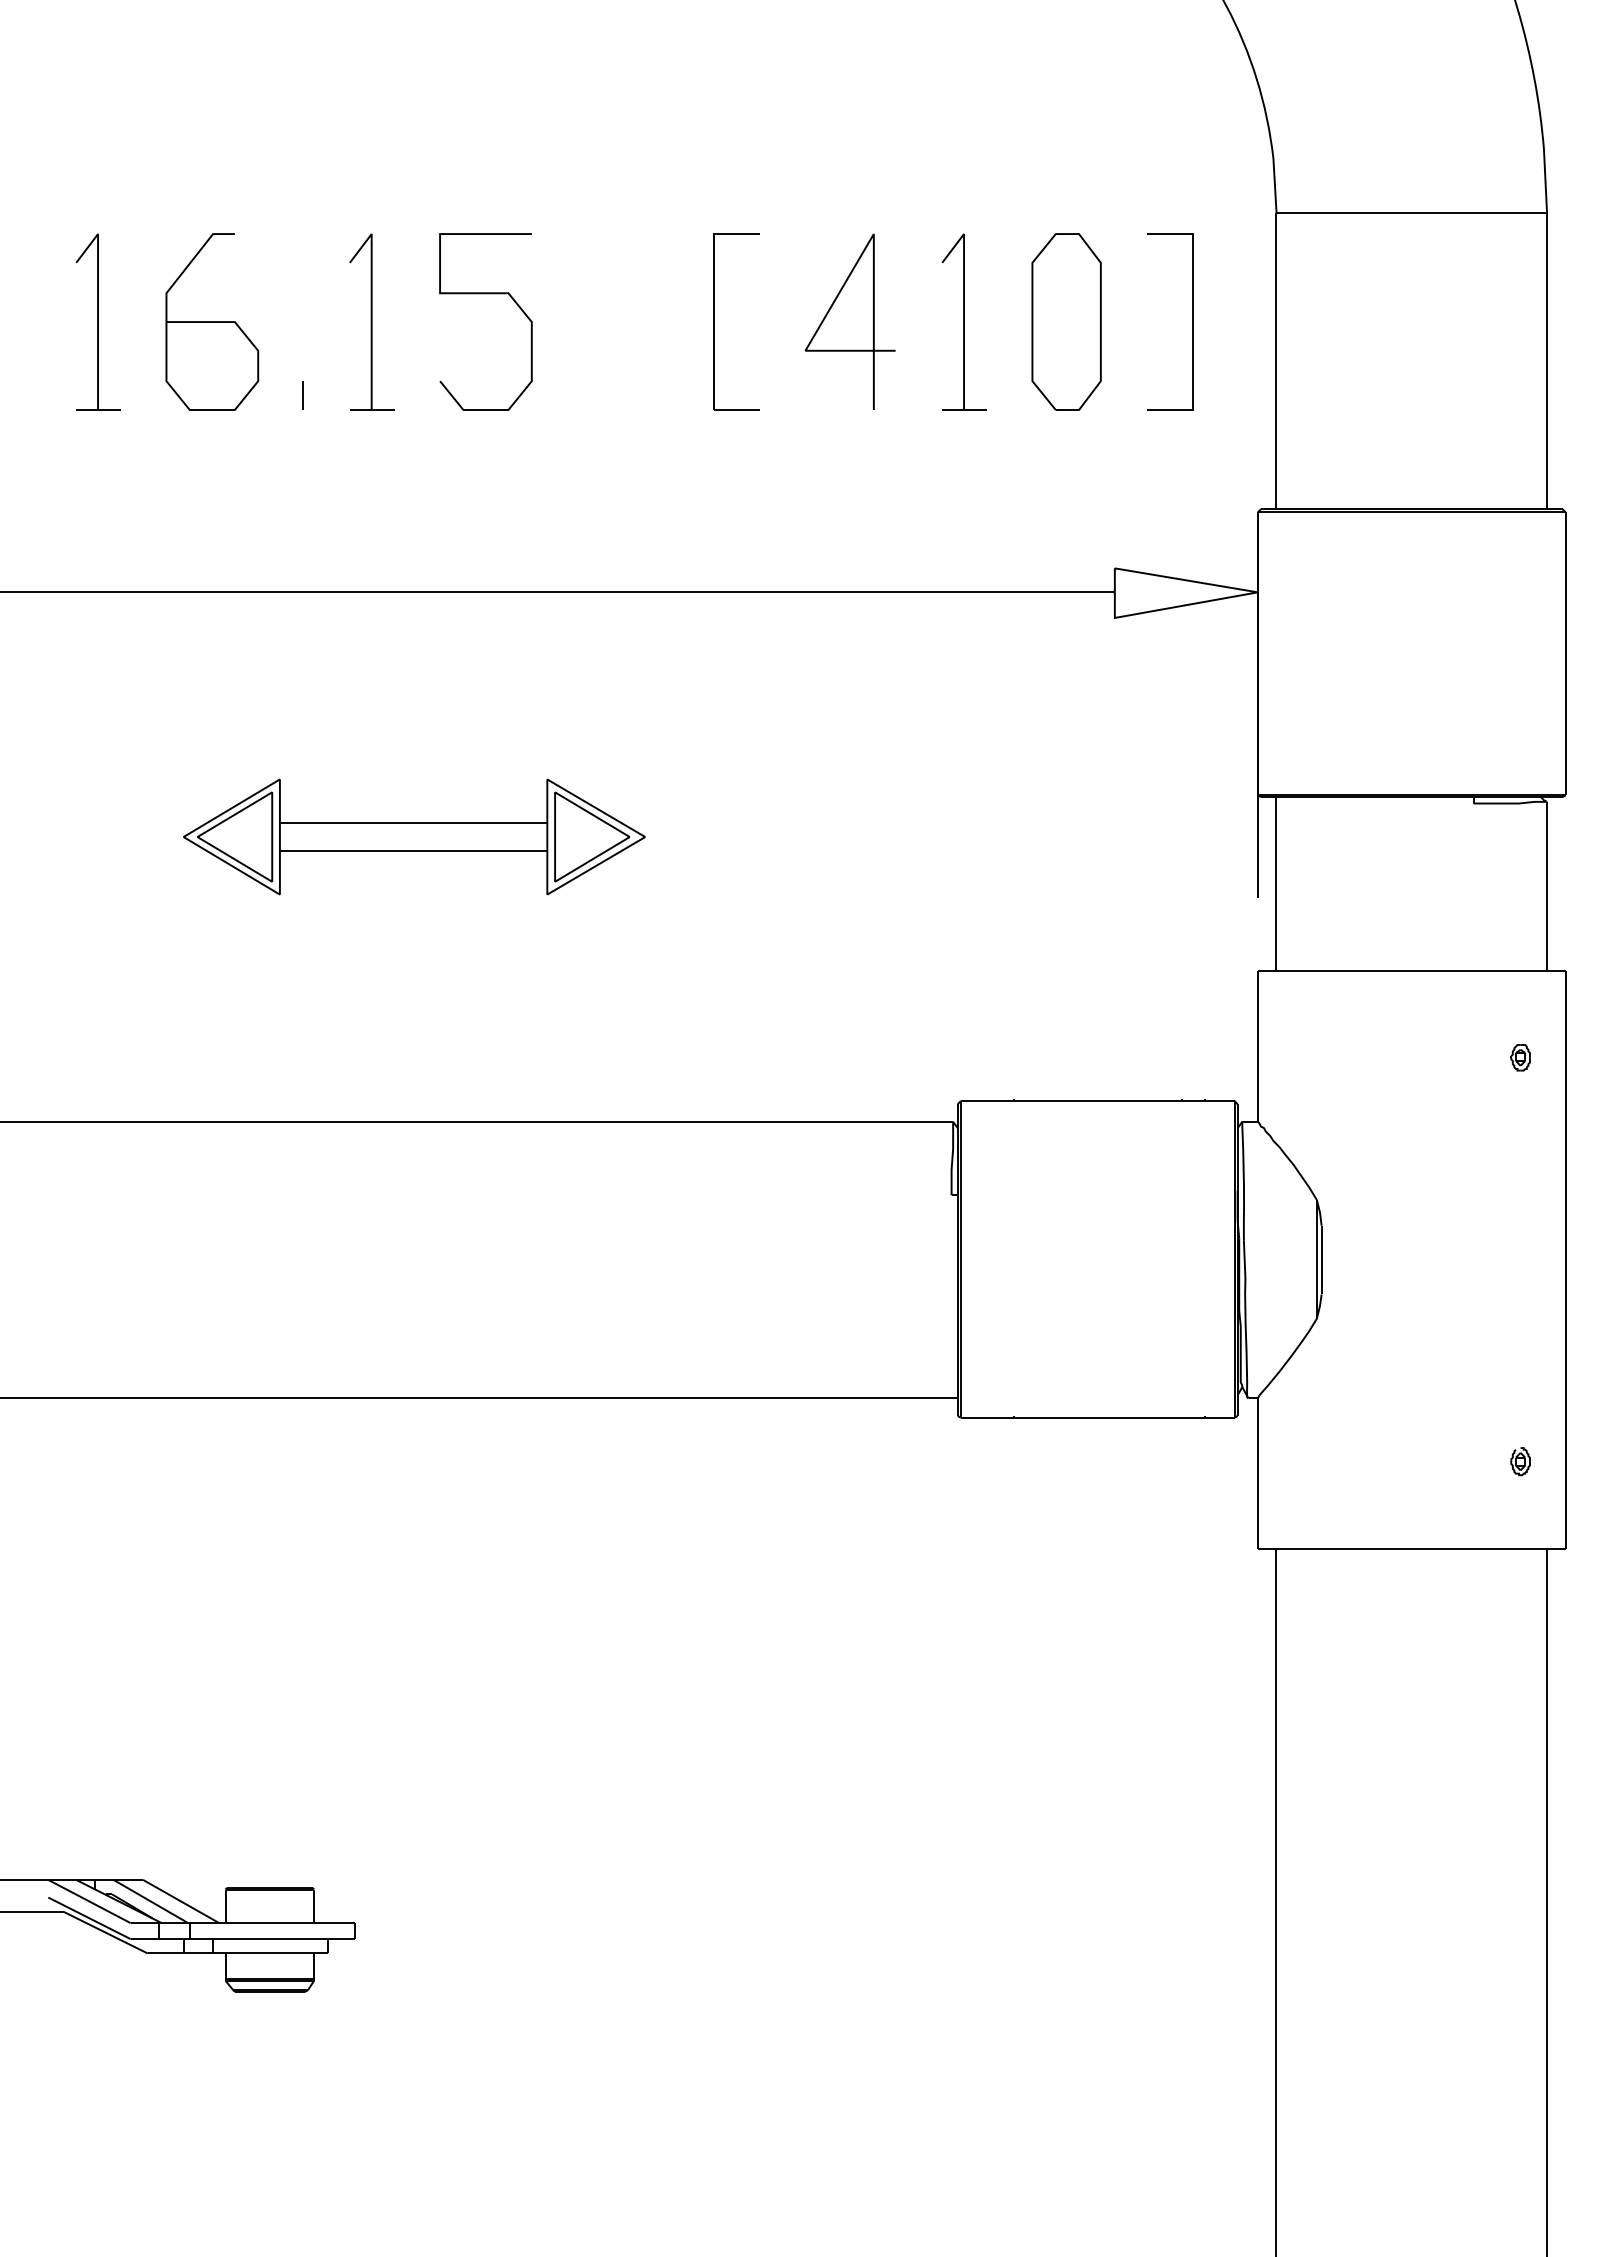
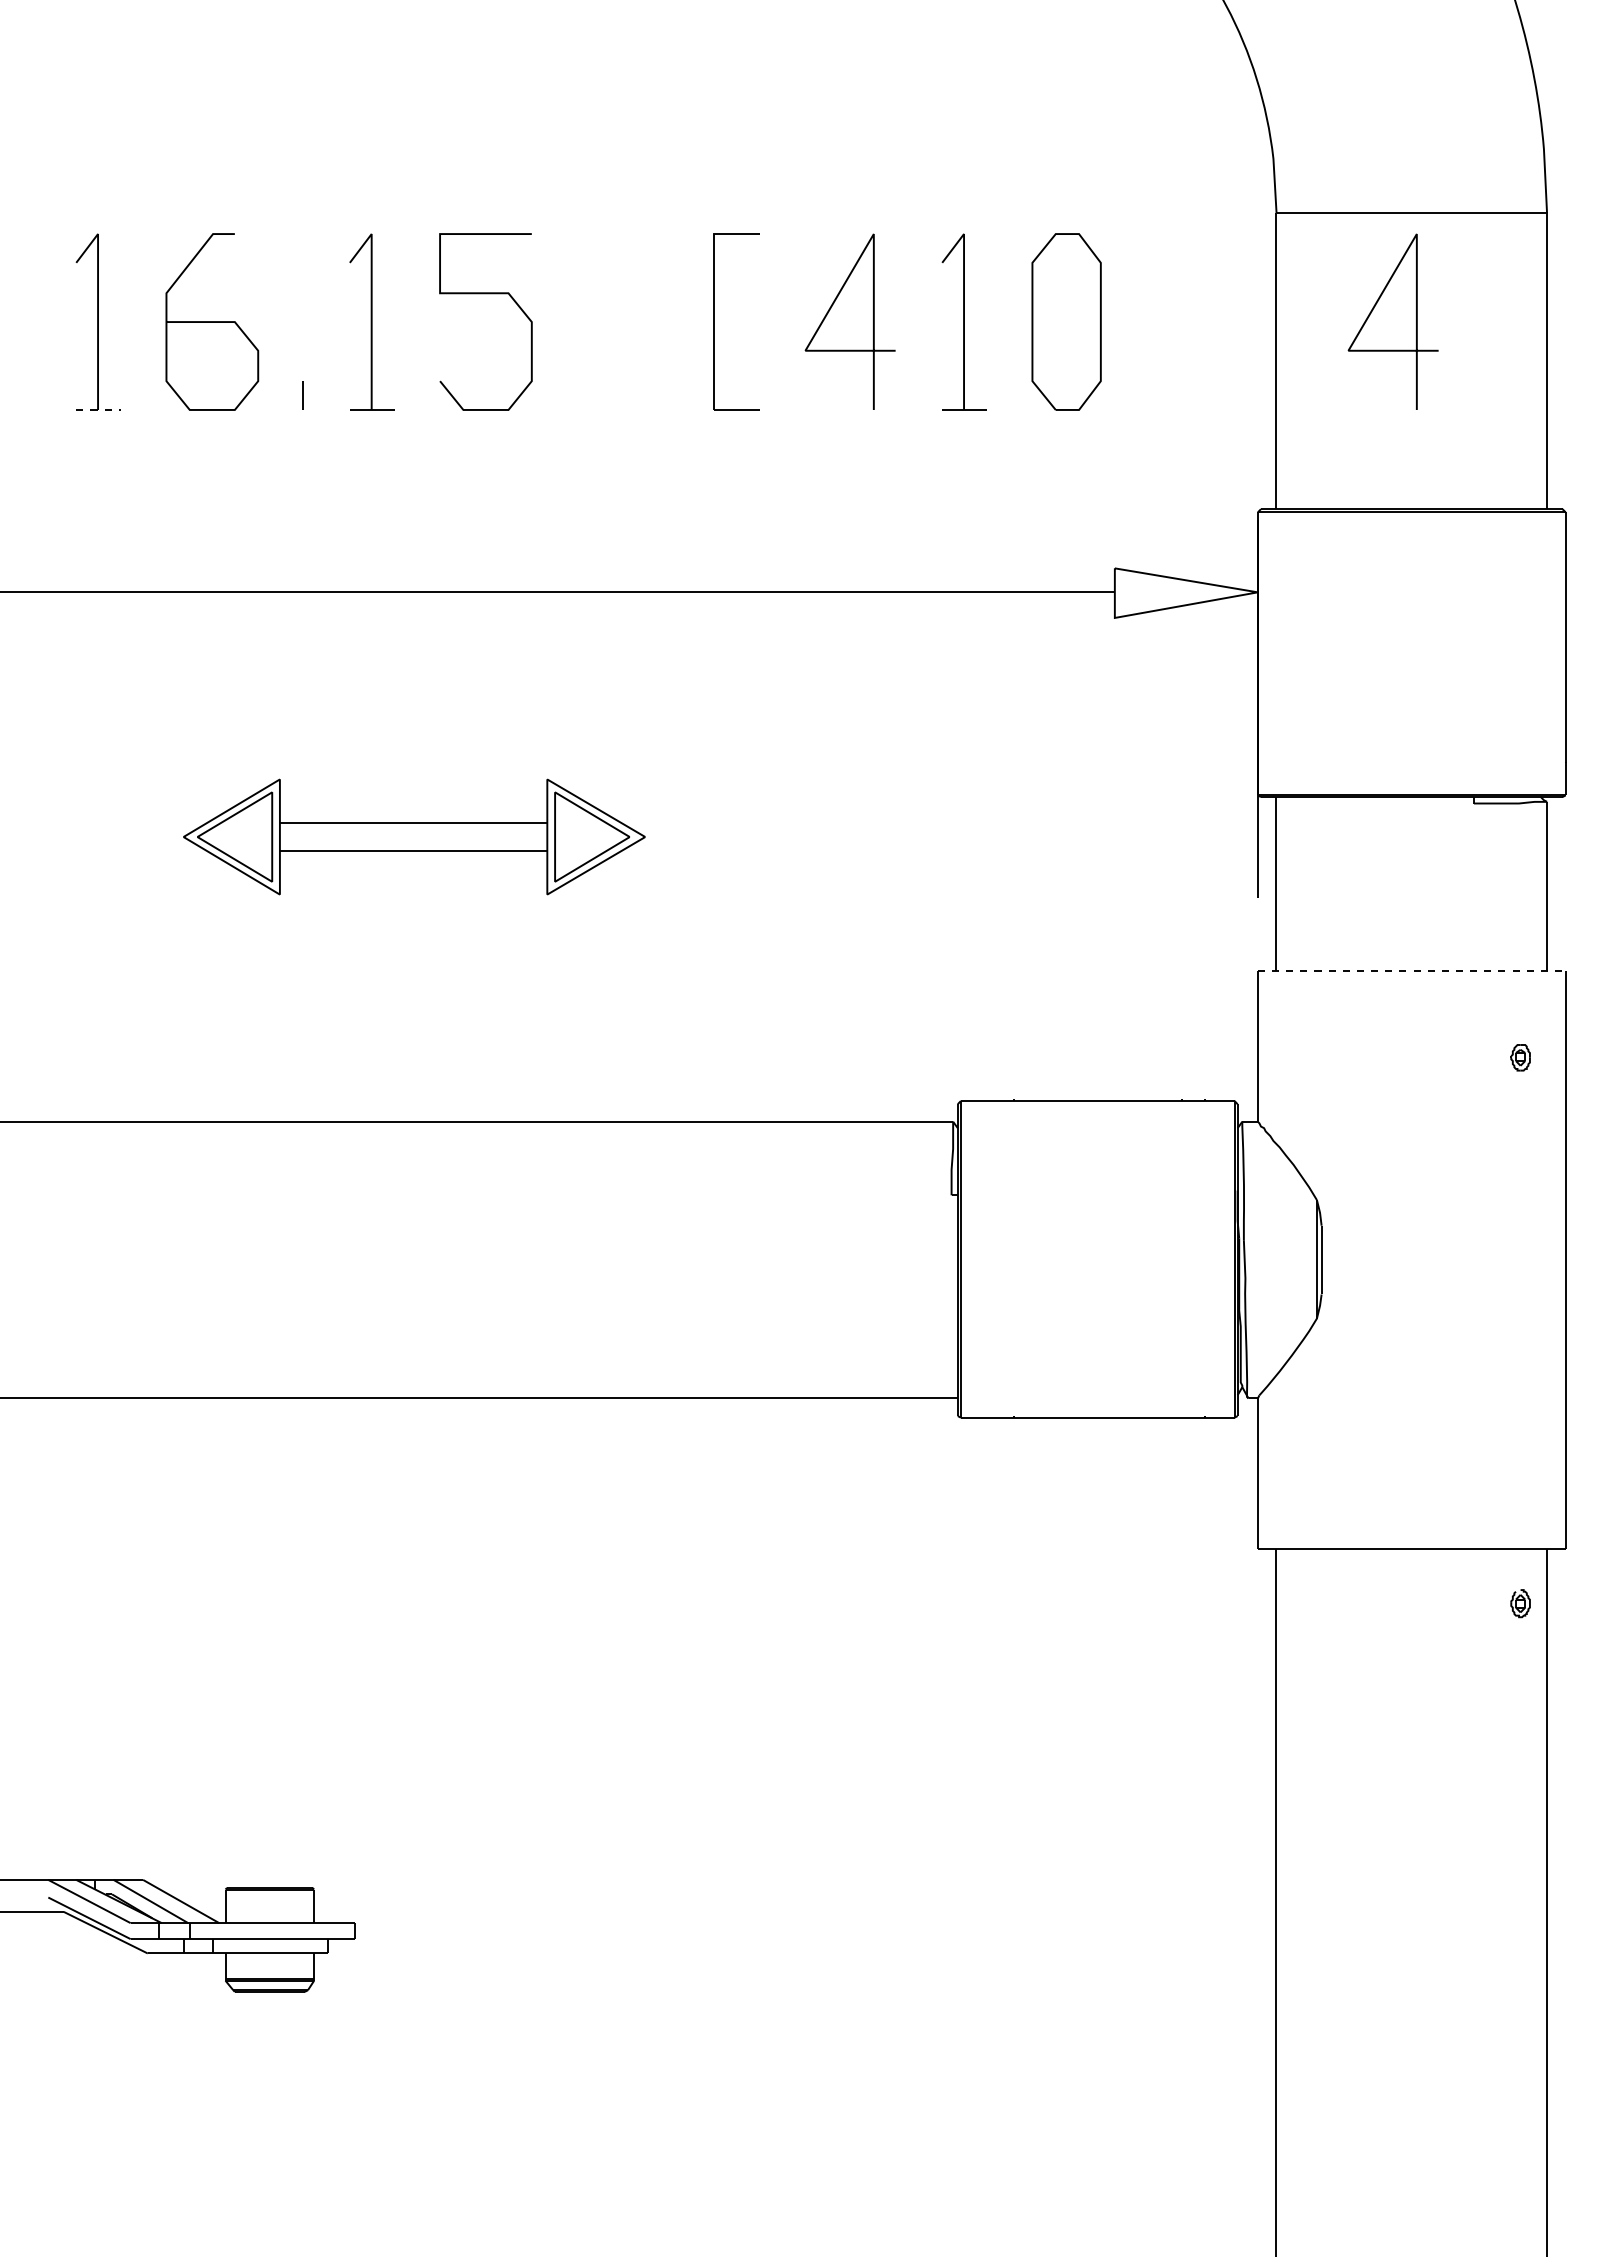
line at (1373, 310): none -> present
line at (1192, 321): present -> none
line at (98, 409): solid -> dashed
line at (1411, 971): solid -> dashed
part at (1520, 1461) position: (1520, 1461) -> (1520, 1603)
